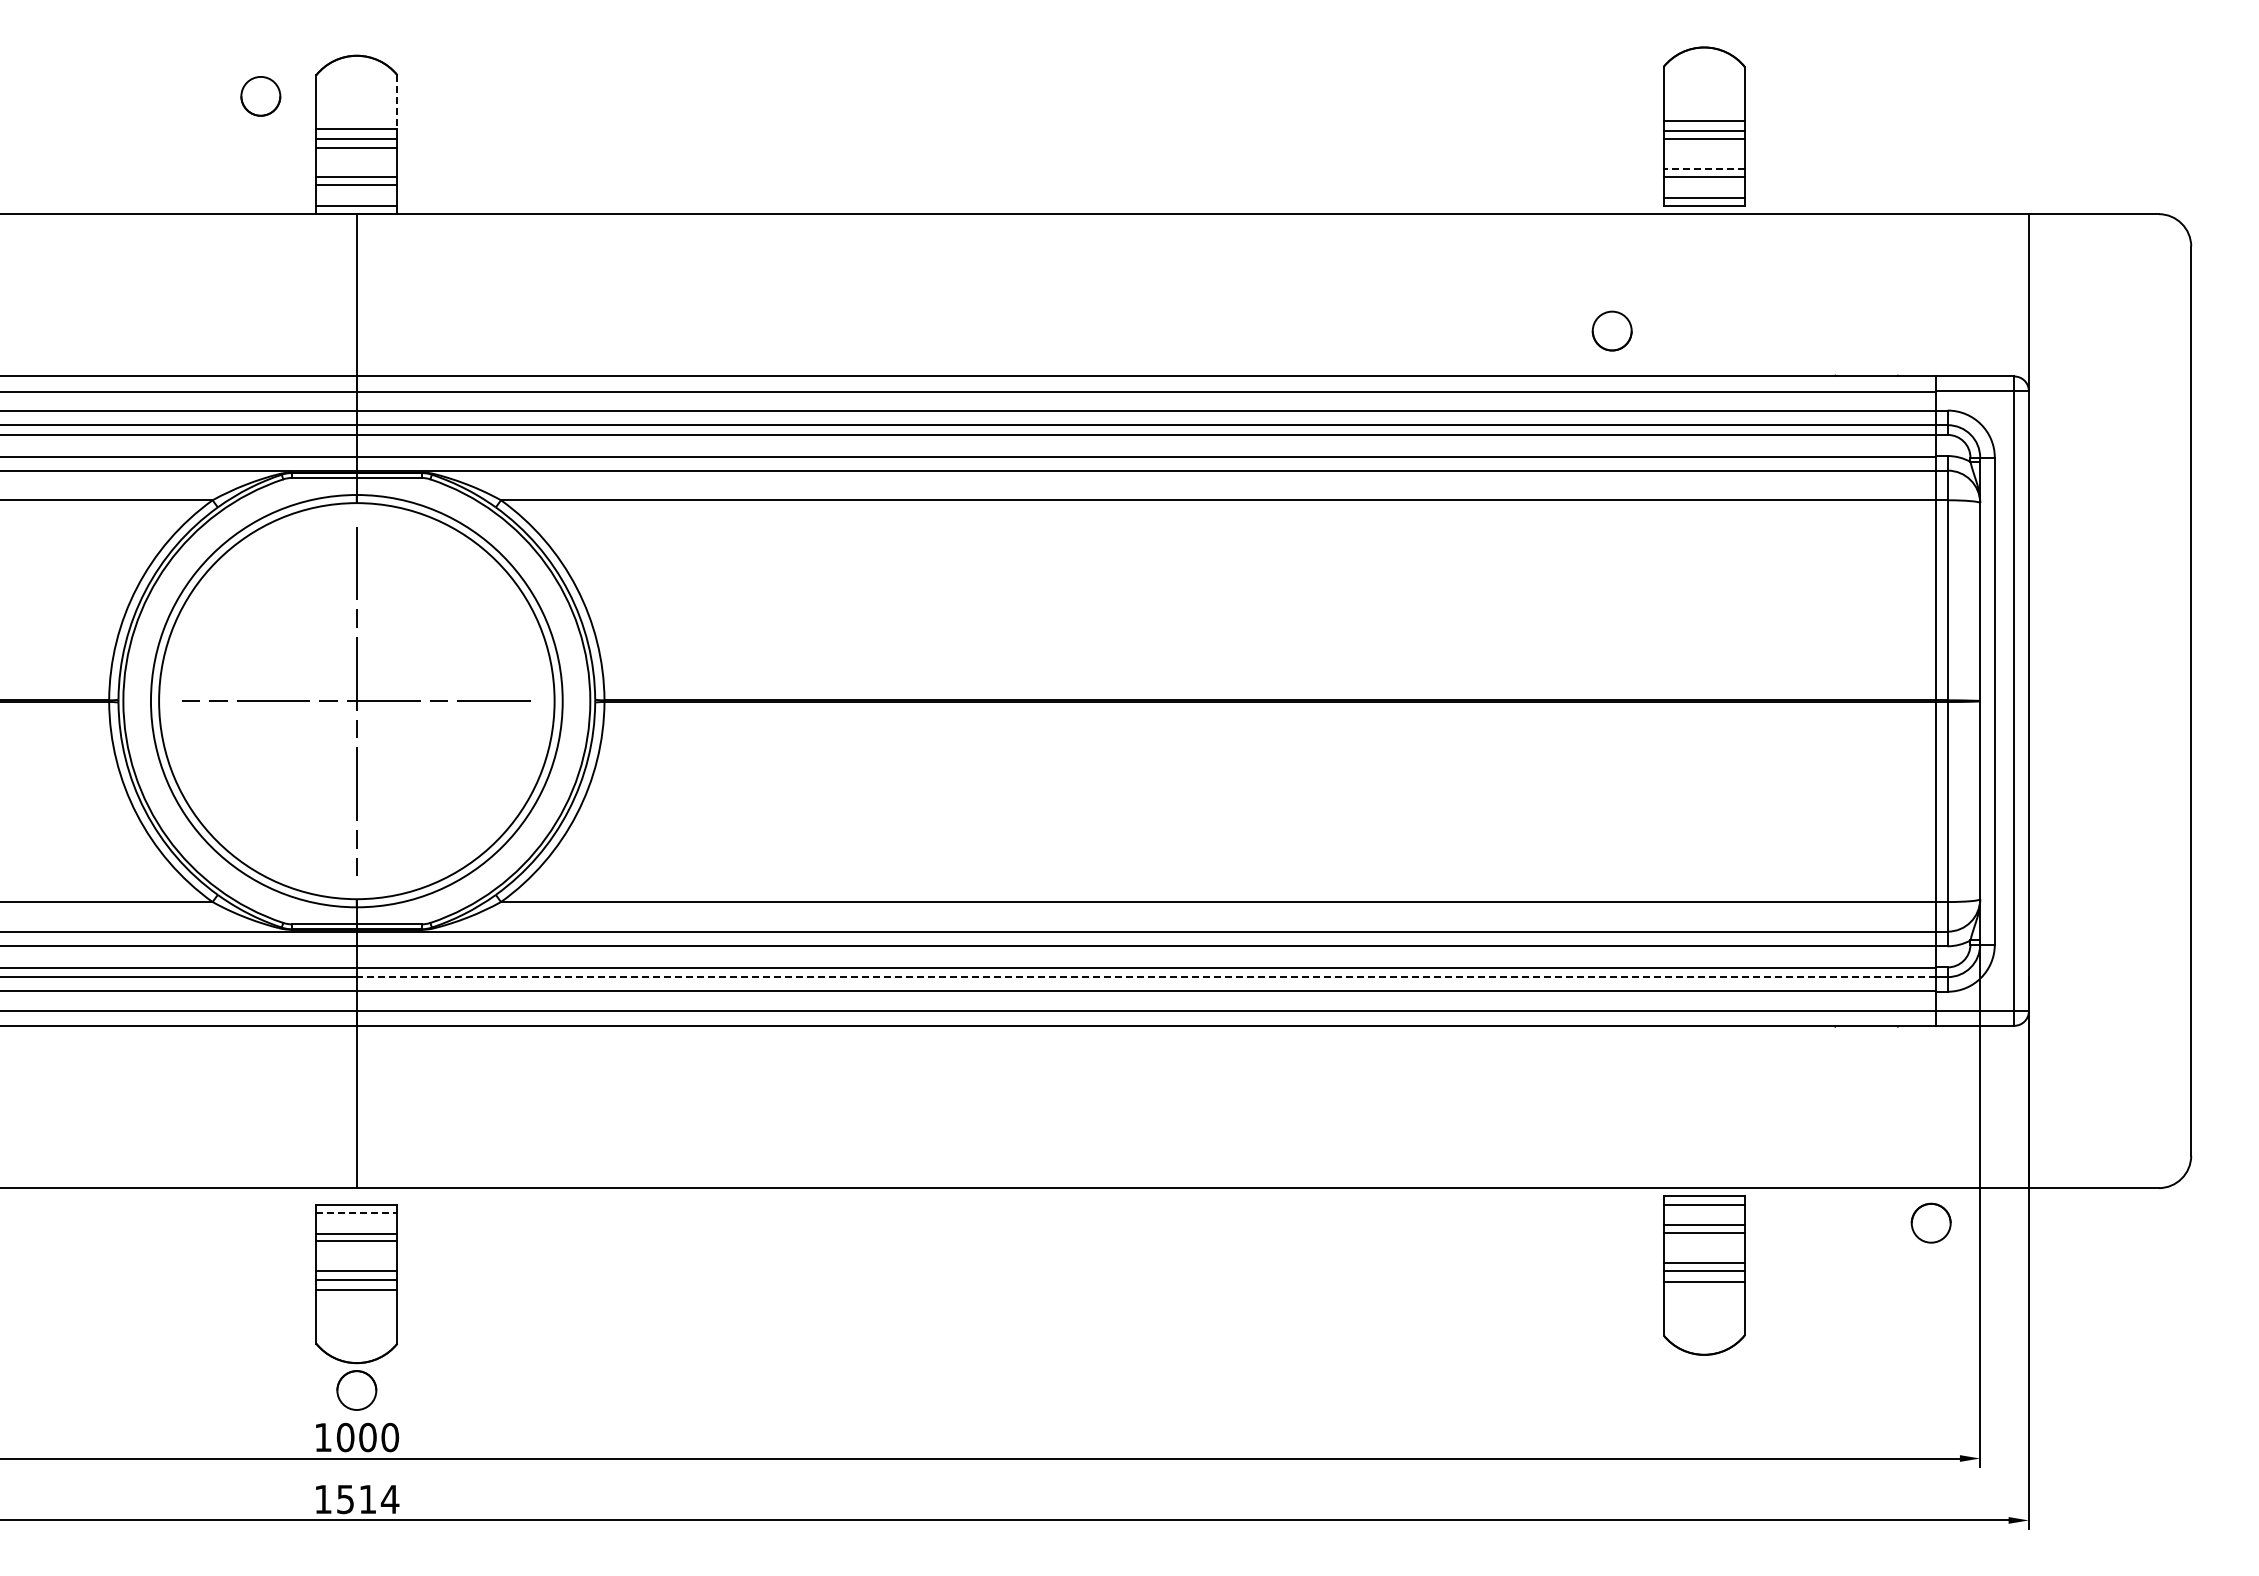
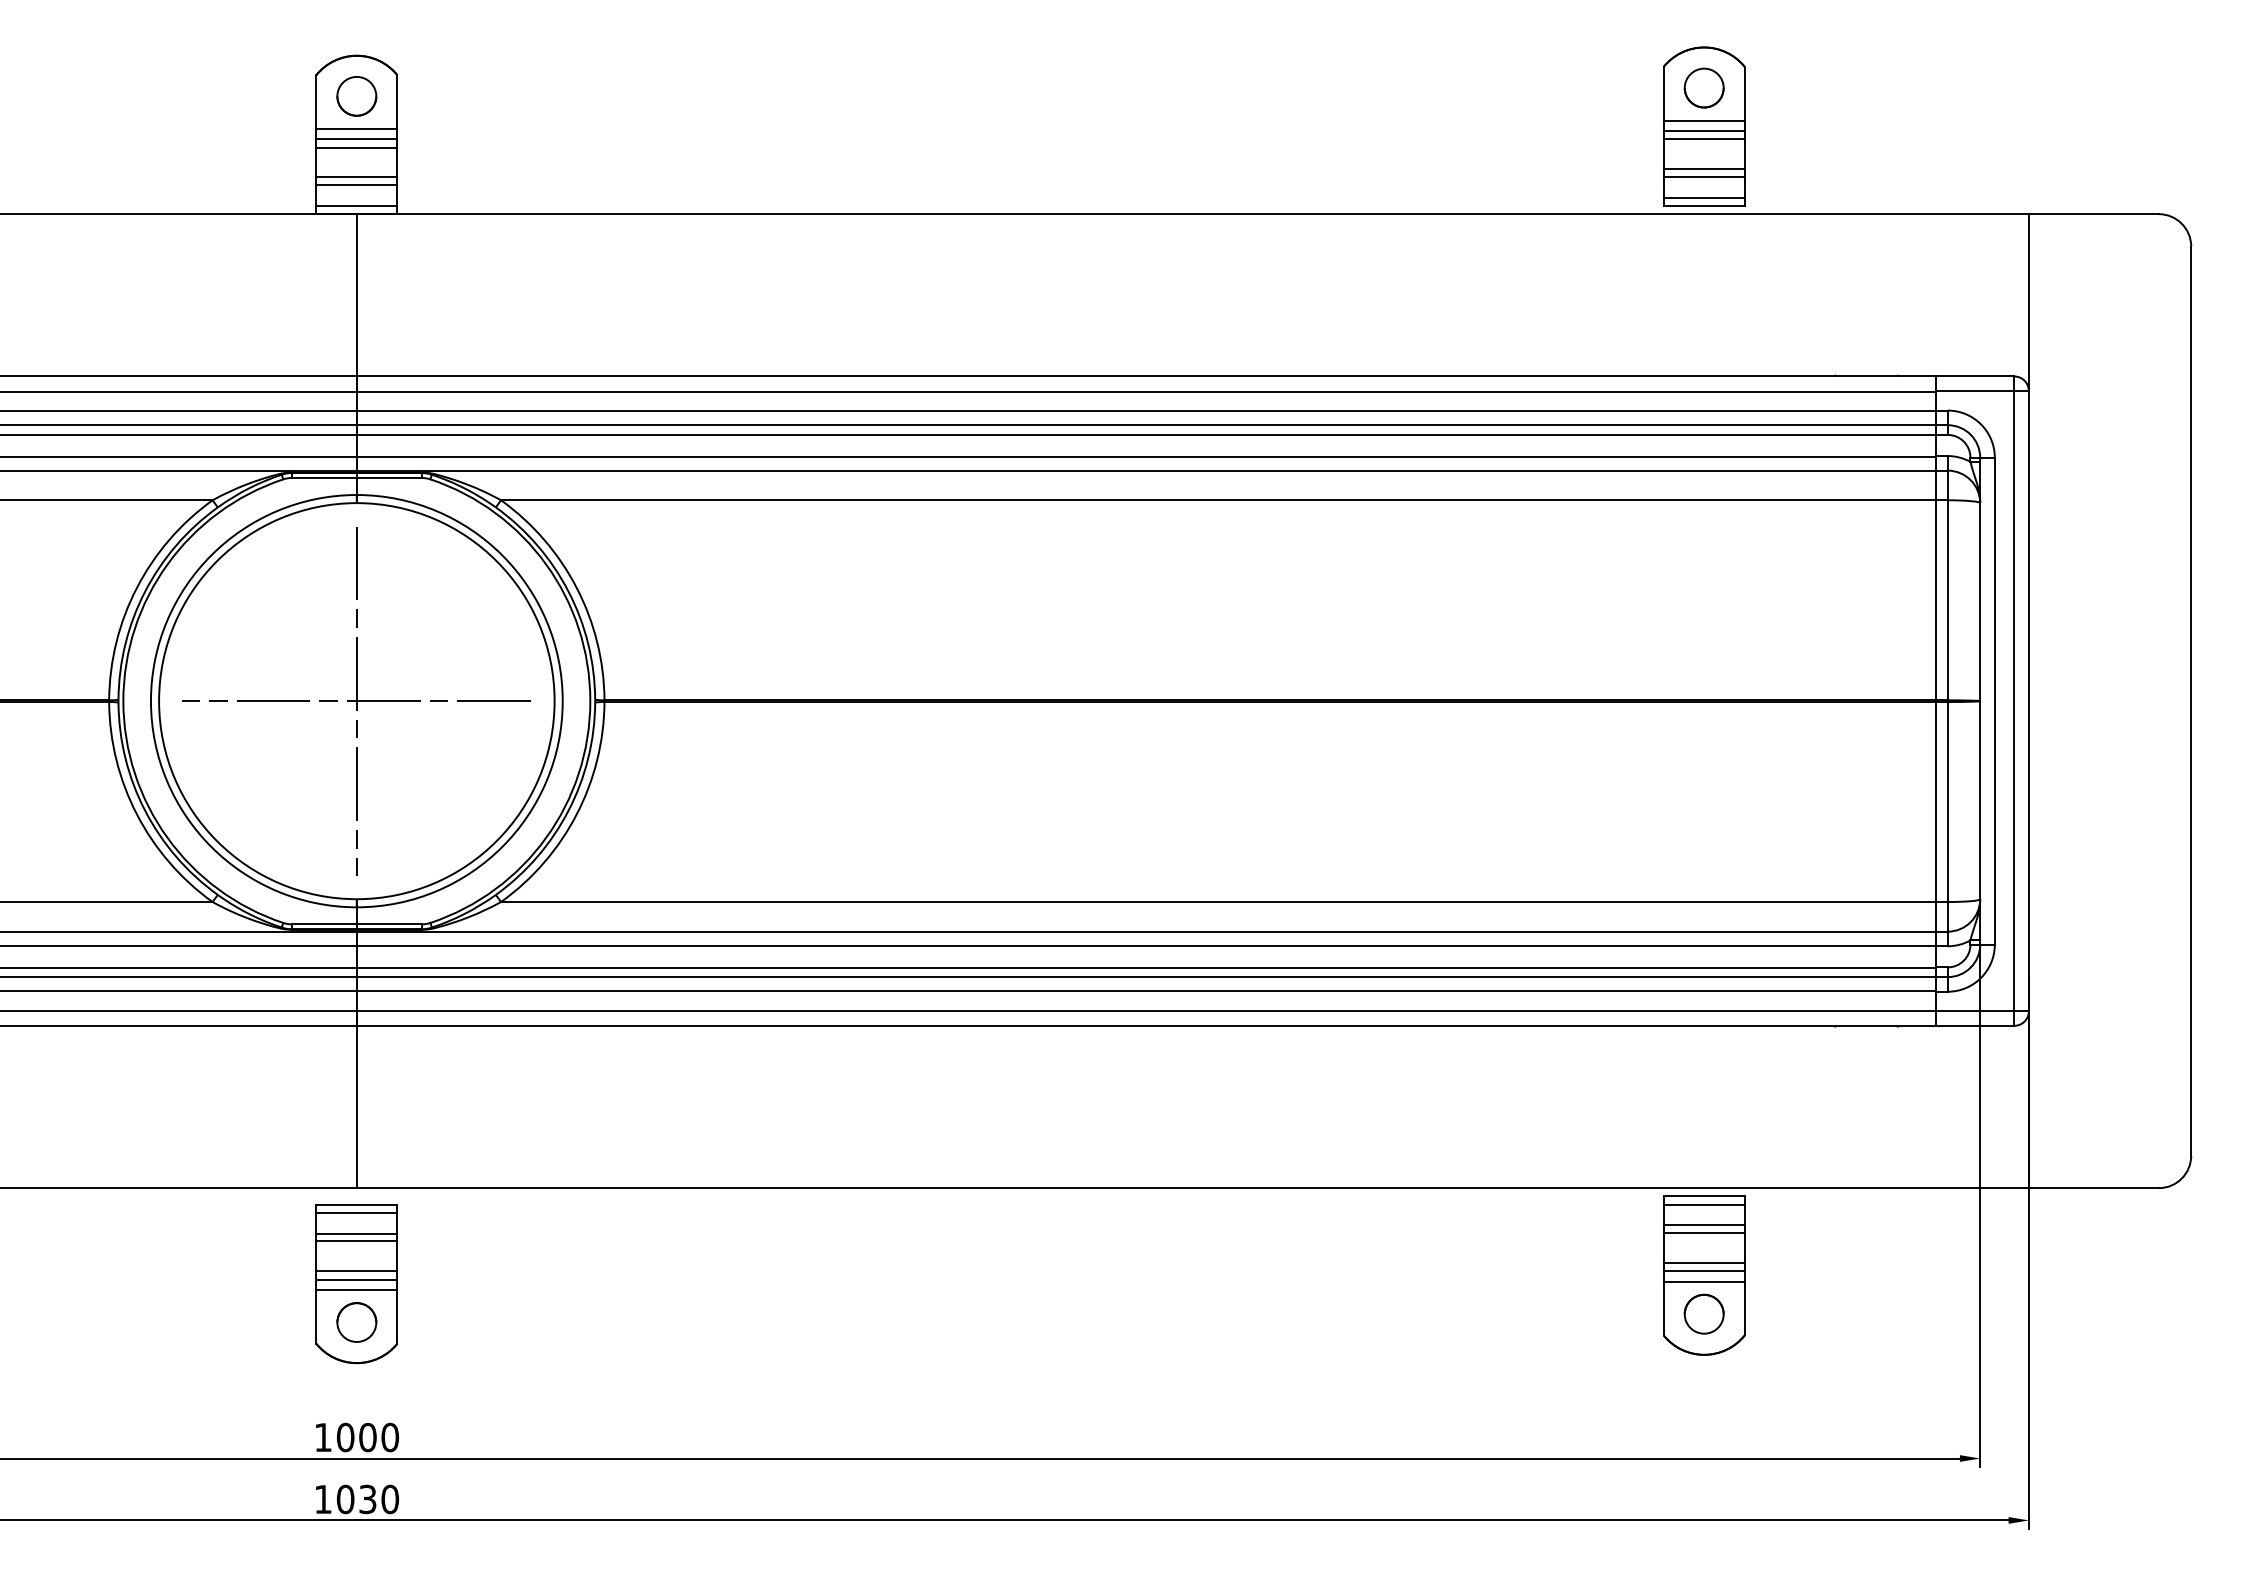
part at (260, 96) position: (260, 96) -> (356, 96)
line at (397, 102): dashed -> solid
line at (1704, 169): dashed -> solid
part at (1611, 330) position: (1611, 330) -> (1703, 87)
line at (1146, 977): dashed -> solid
line at (356, 1213): dashed -> solid
part at (1930, 1222) position: (1930, 1222) -> (1703, 1313)
part at (356, 1390) position: (356, 1390) -> (356, 1322)
text at (367, 1499): 1514 -> 1030
